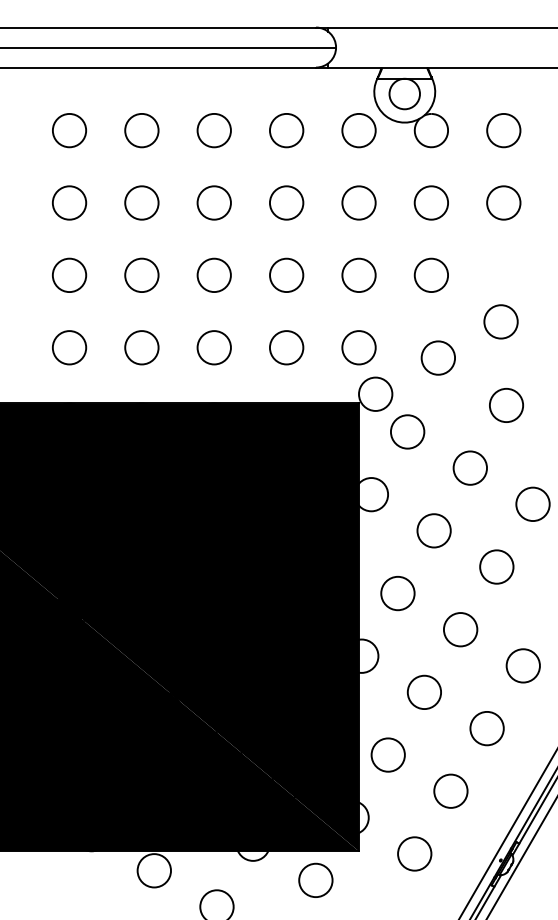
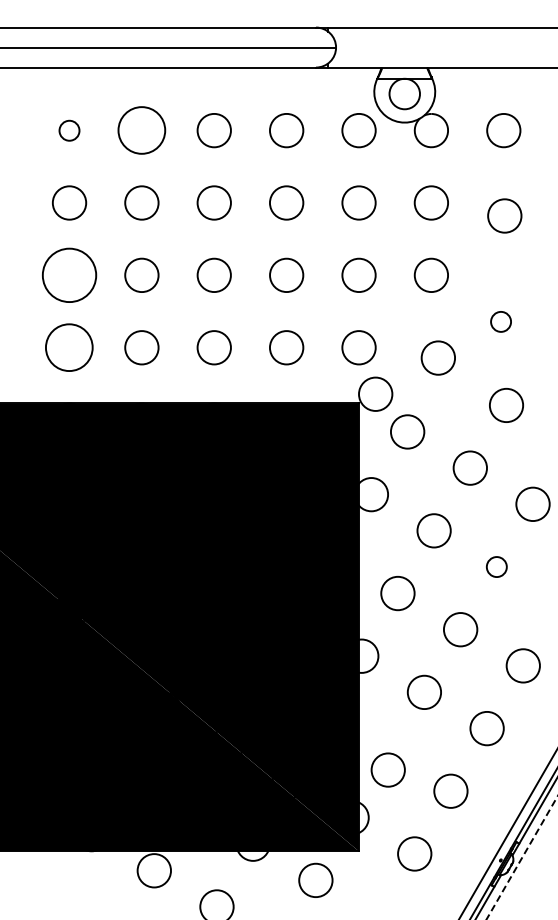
circle at (69, 130) size: 35x36 px -> 23x23 px
circle at (141, 130) size: 36x36 px -> 50x49 px
circle at (503, 202) position: (503, 202) -> (504, 215)
circle at (69, 275) diameter: 33 px -> 53 px
circle at (500, 321) diameter: 33 px -> 20 px
circle at (69, 347) size: 36x36 px -> 49x49 px
circle at (496, 566) diameter: 33 px -> 20 px
circle at (387, 754) position: (387, 754) -> (387, 769)
line at (522, 857): solid -> dashed
